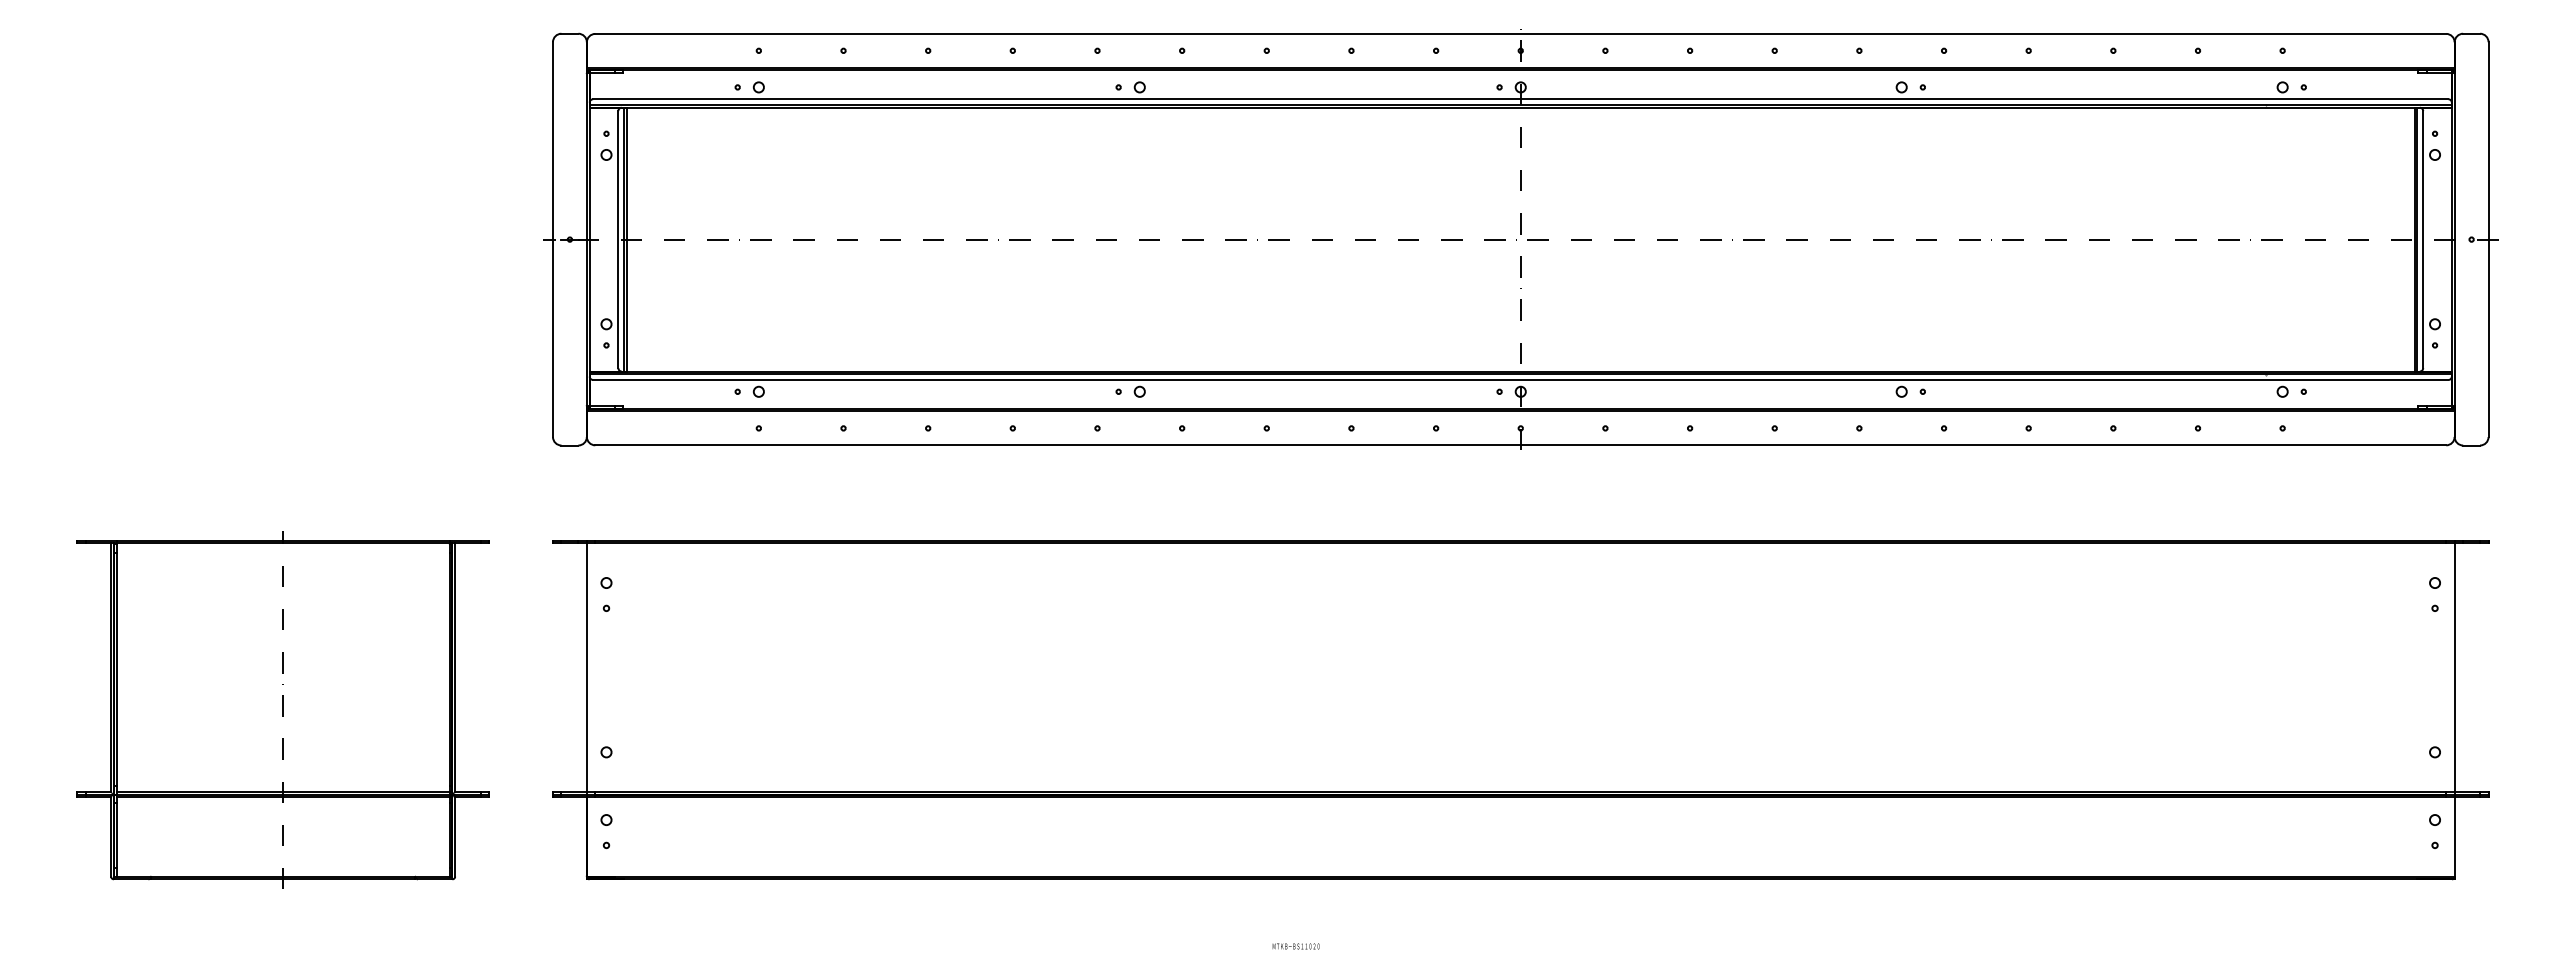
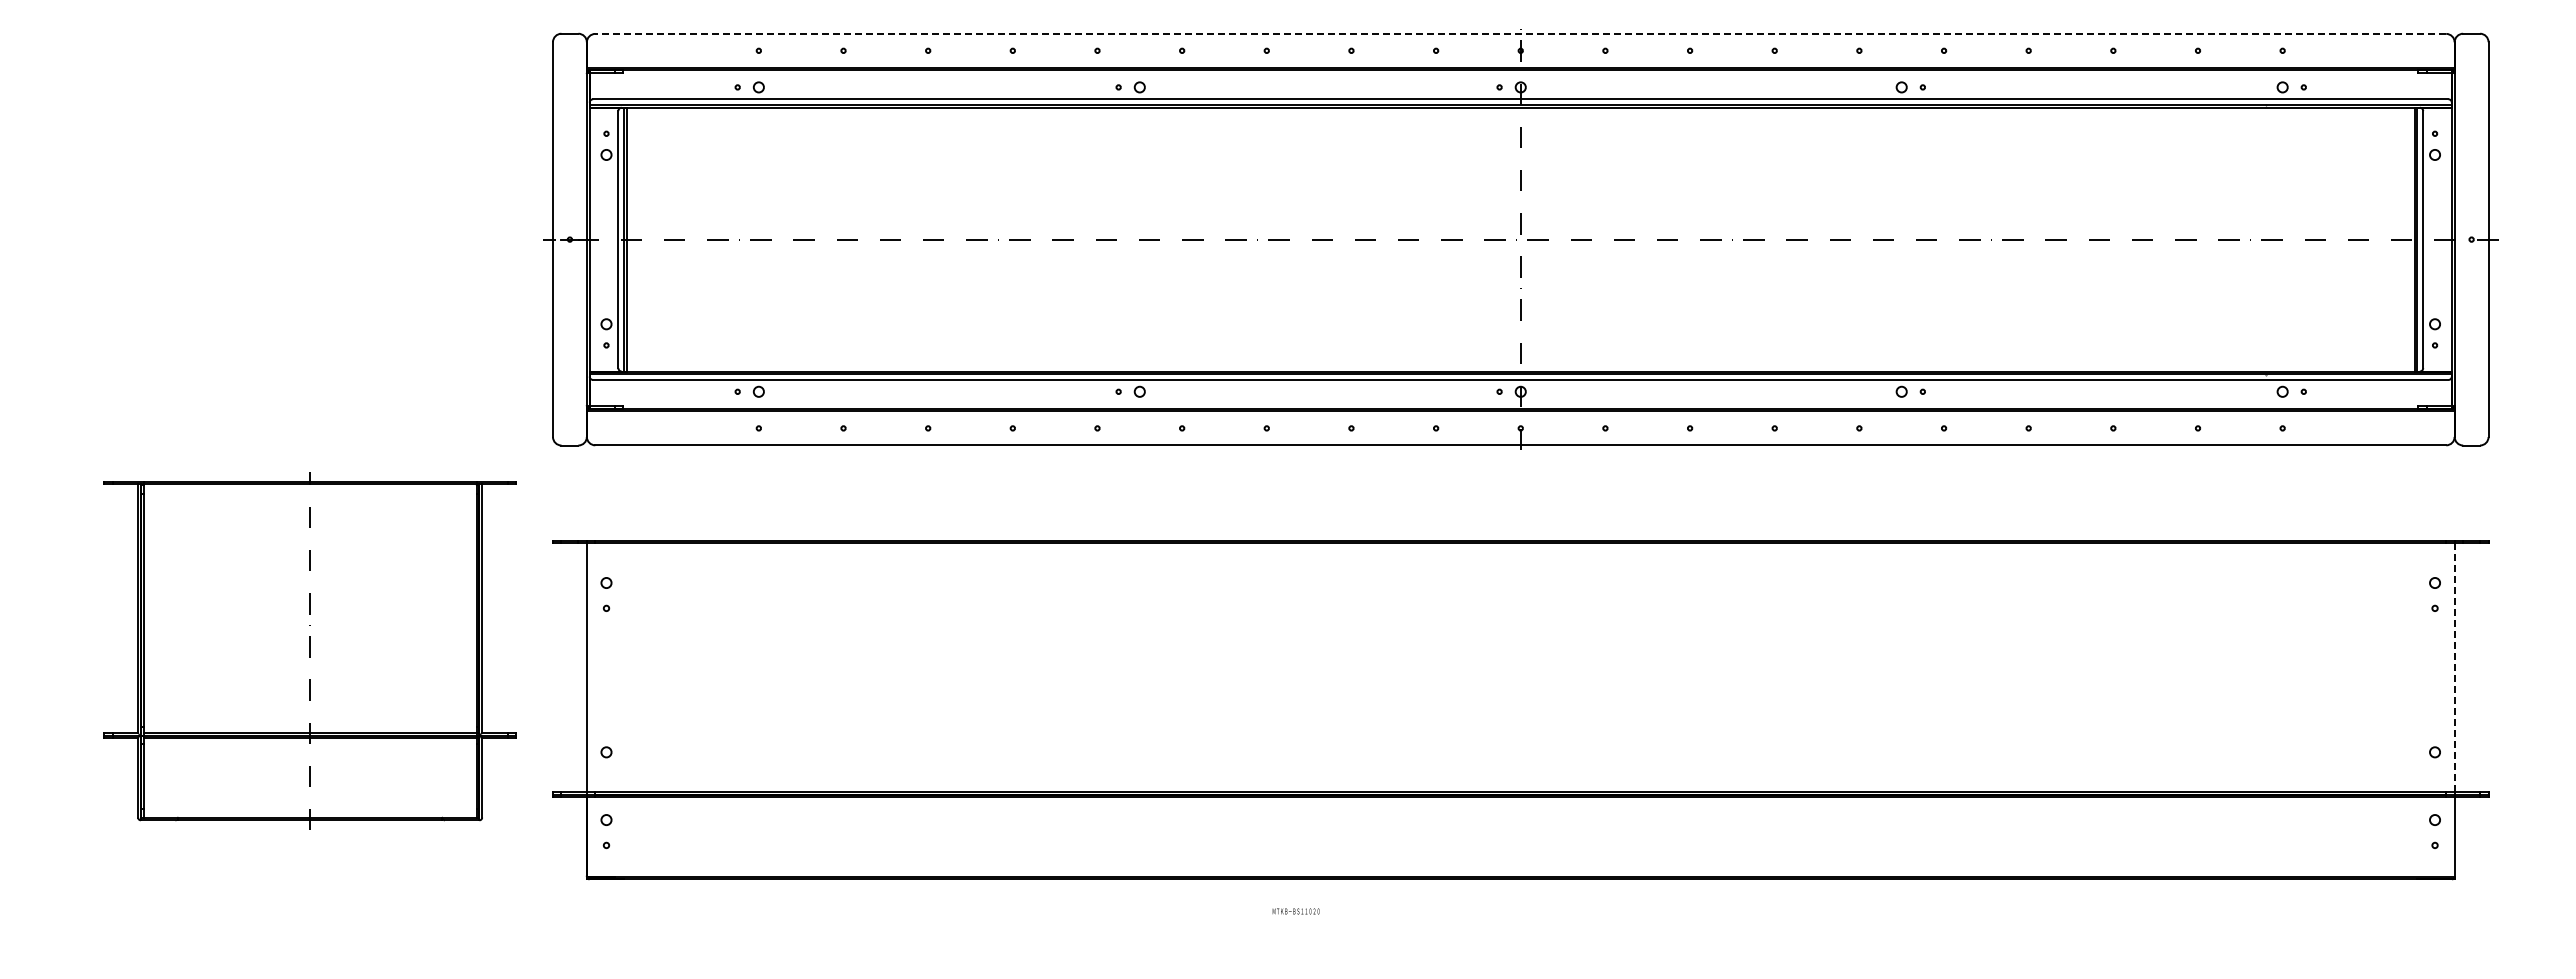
line at (1520, 33): solid -> dashed
line at (2454, 667): solid -> dashed
part at (282, 709) position: (282, 709) -> (309, 650)
text at (1295, 946) position: (1295, 946) -> (1295, 911)
